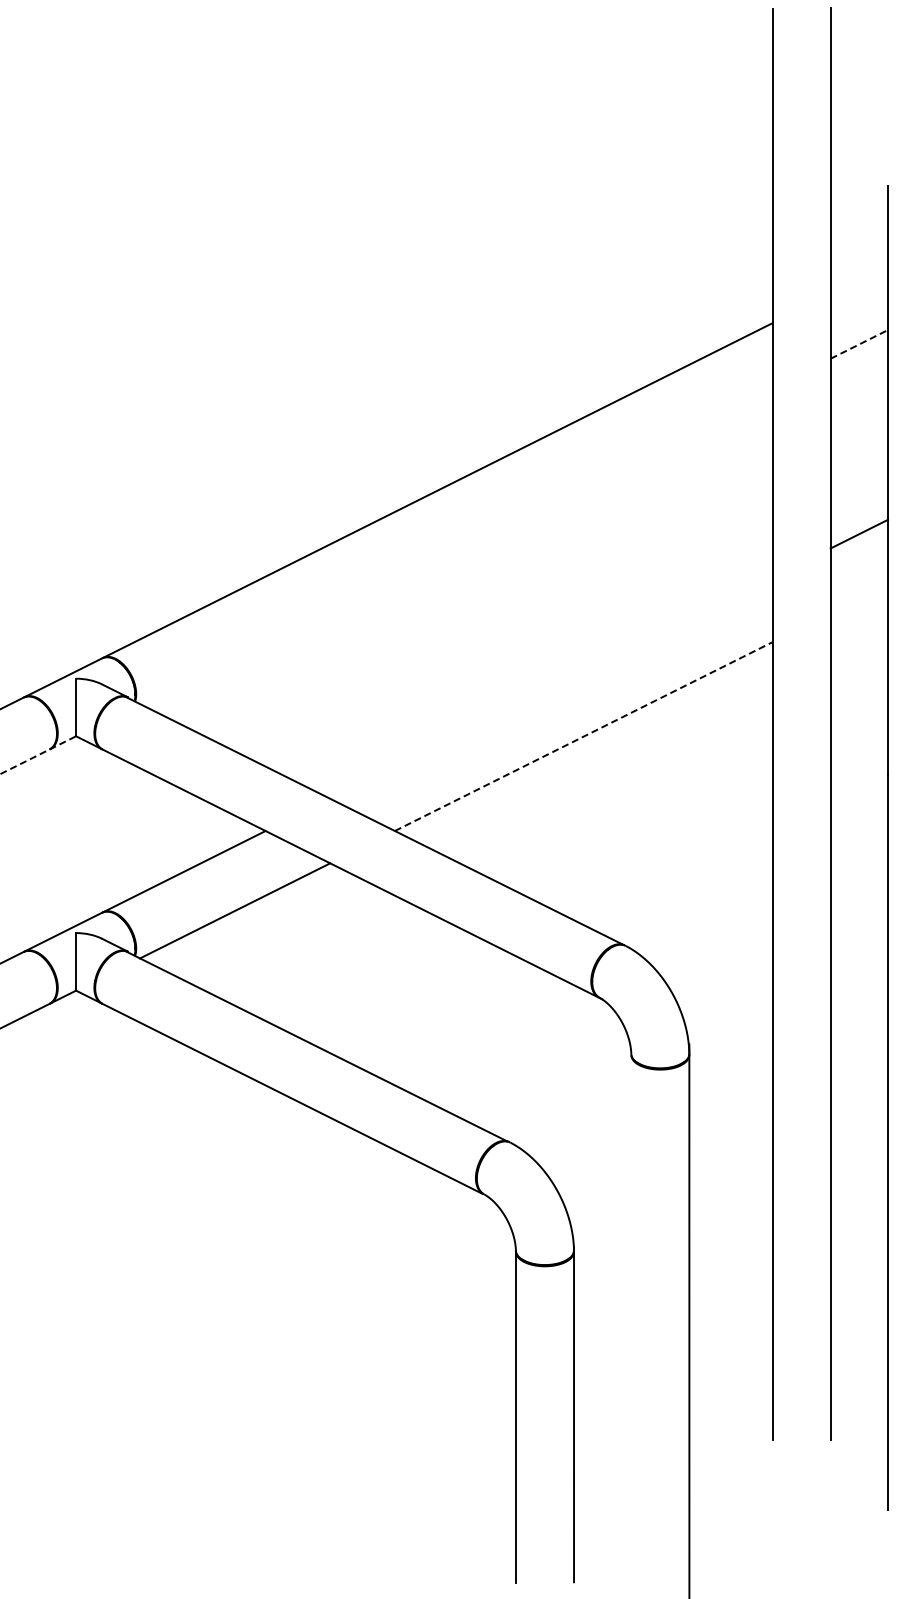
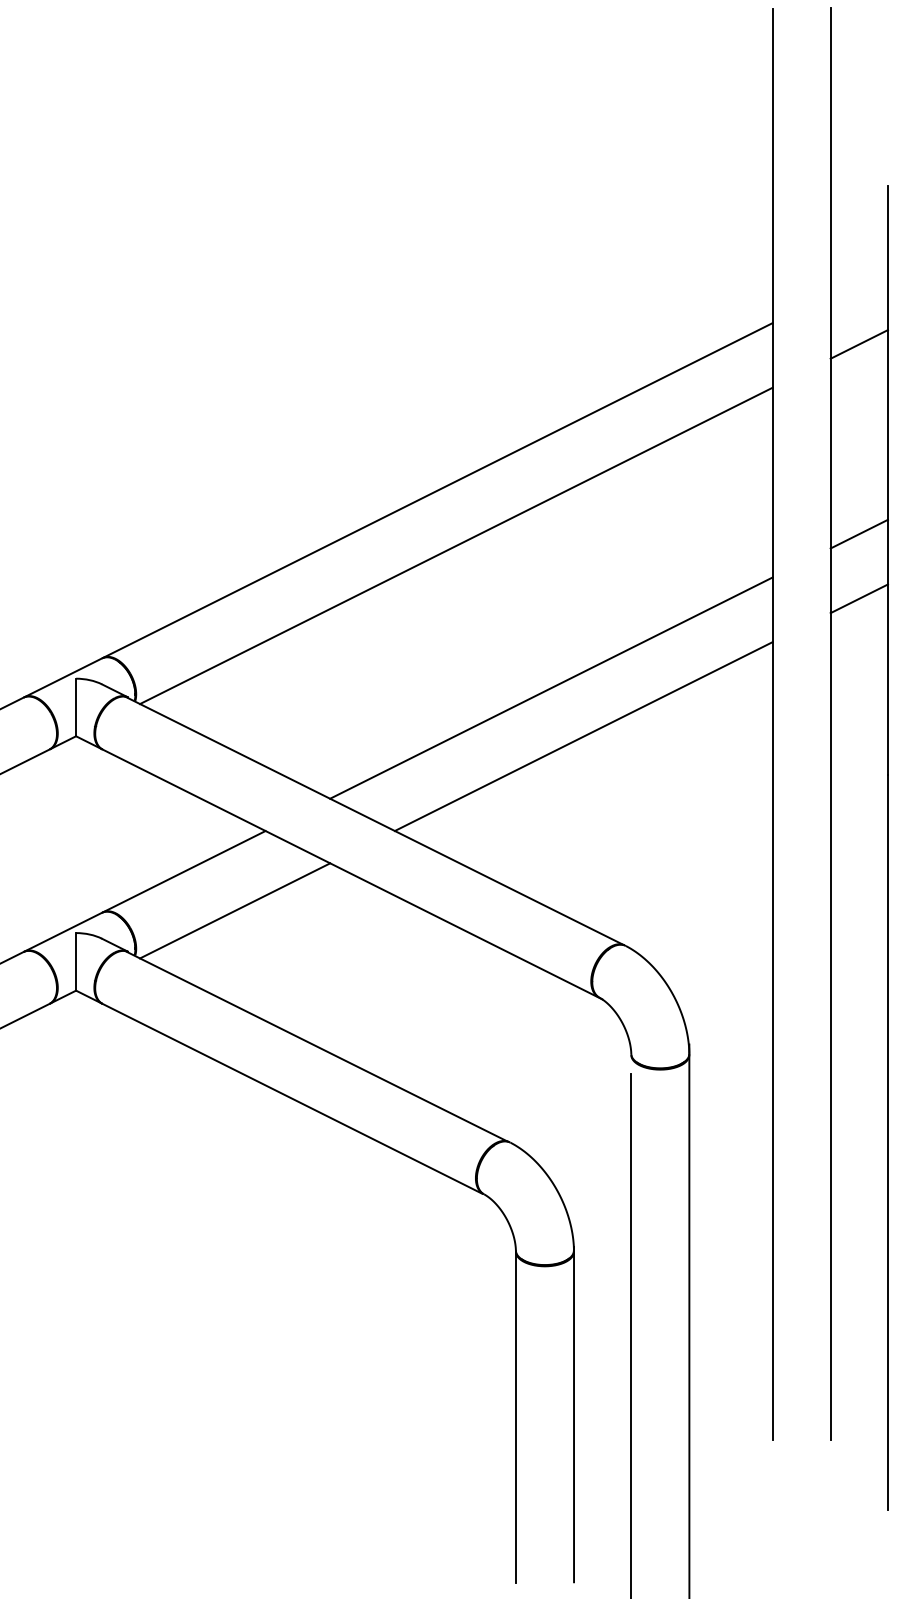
line at (859, 344): dashed -> solid
line at (456, 545): none -> present
line at (858, 598): none -> present
line at (551, 687): none -> present
line at (584, 736): dashed -> solid
line at (38, 755): dashed -> solid
line at (631, 1334): none -> present
